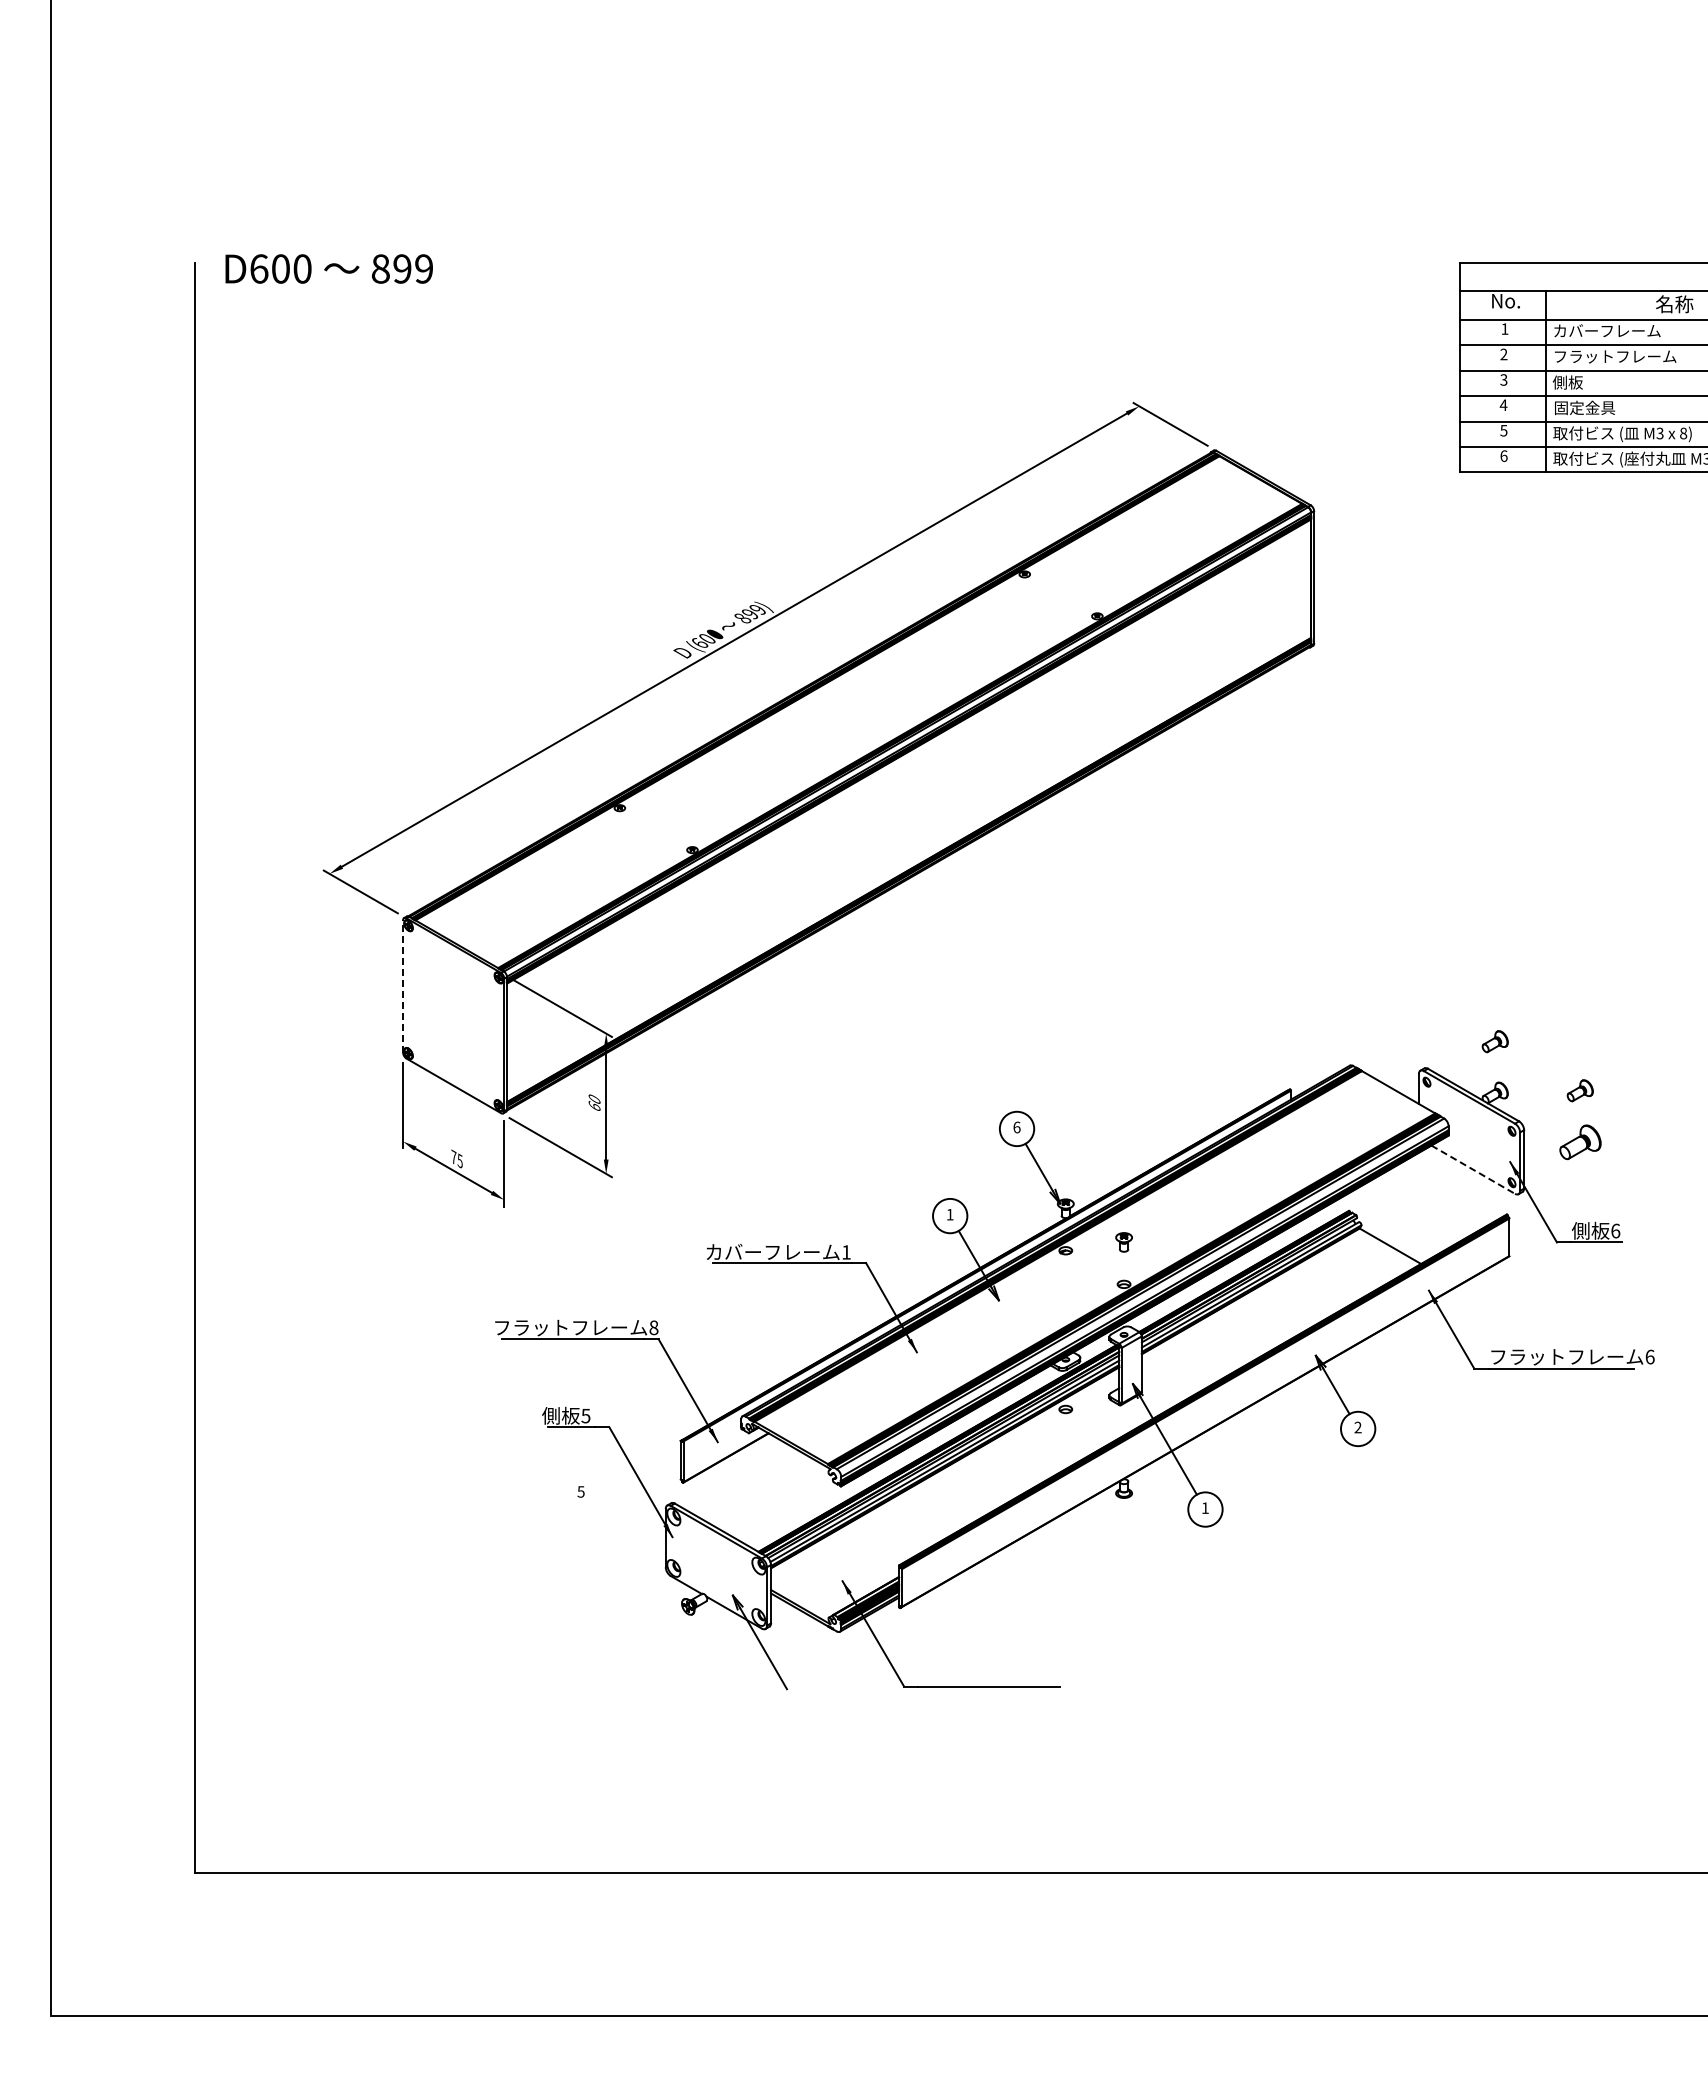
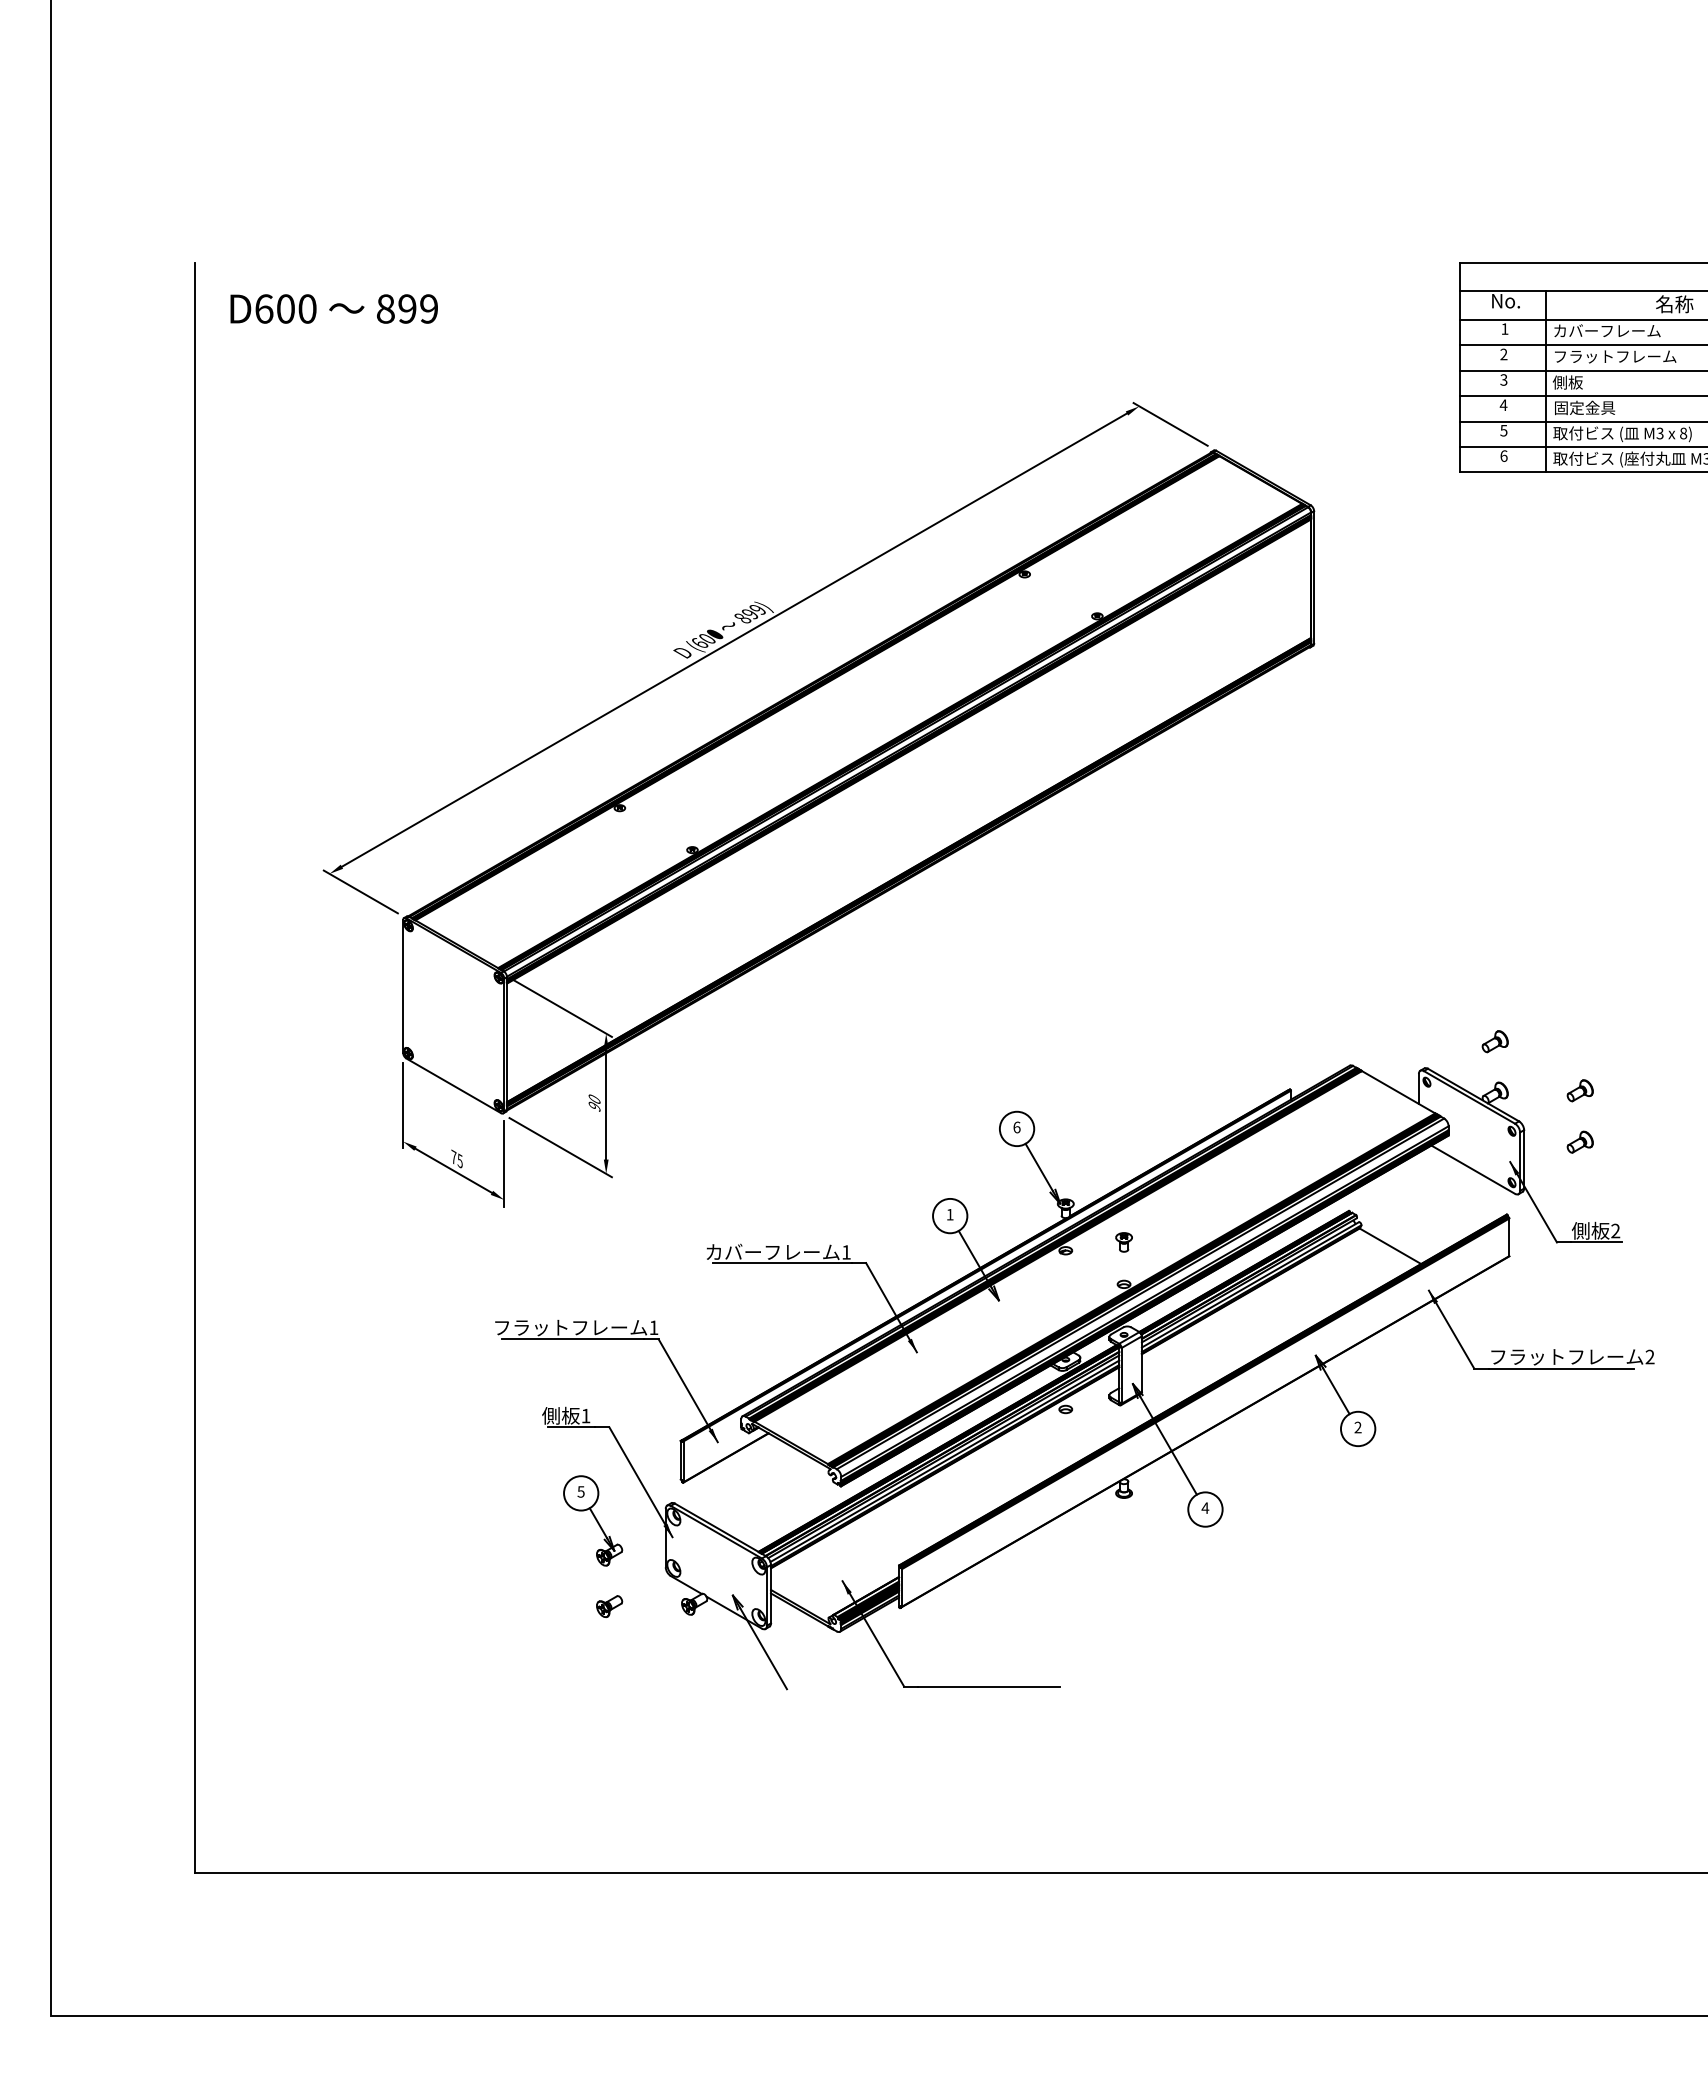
text at (328, 268) position: (328, 268) -> (333, 308)
line at (403, 985): dashed -> solid
text at (594, 1105): 60 -> 90
part at (1580, 1142) size: 43x37 px -> 28x24 px
line at (1473, 1169): dashed -> solid
text at (1615, 1230): 6 -> 2
text at (653, 1327): 8 -> 1
text at (1649, 1356): 6 -> 2
text at (585, 1416): 5 -> 1
text at (1205, 1507): 1 -> 4
part at (593, 1520): none -> present
part at (609, 1606): none -> present
